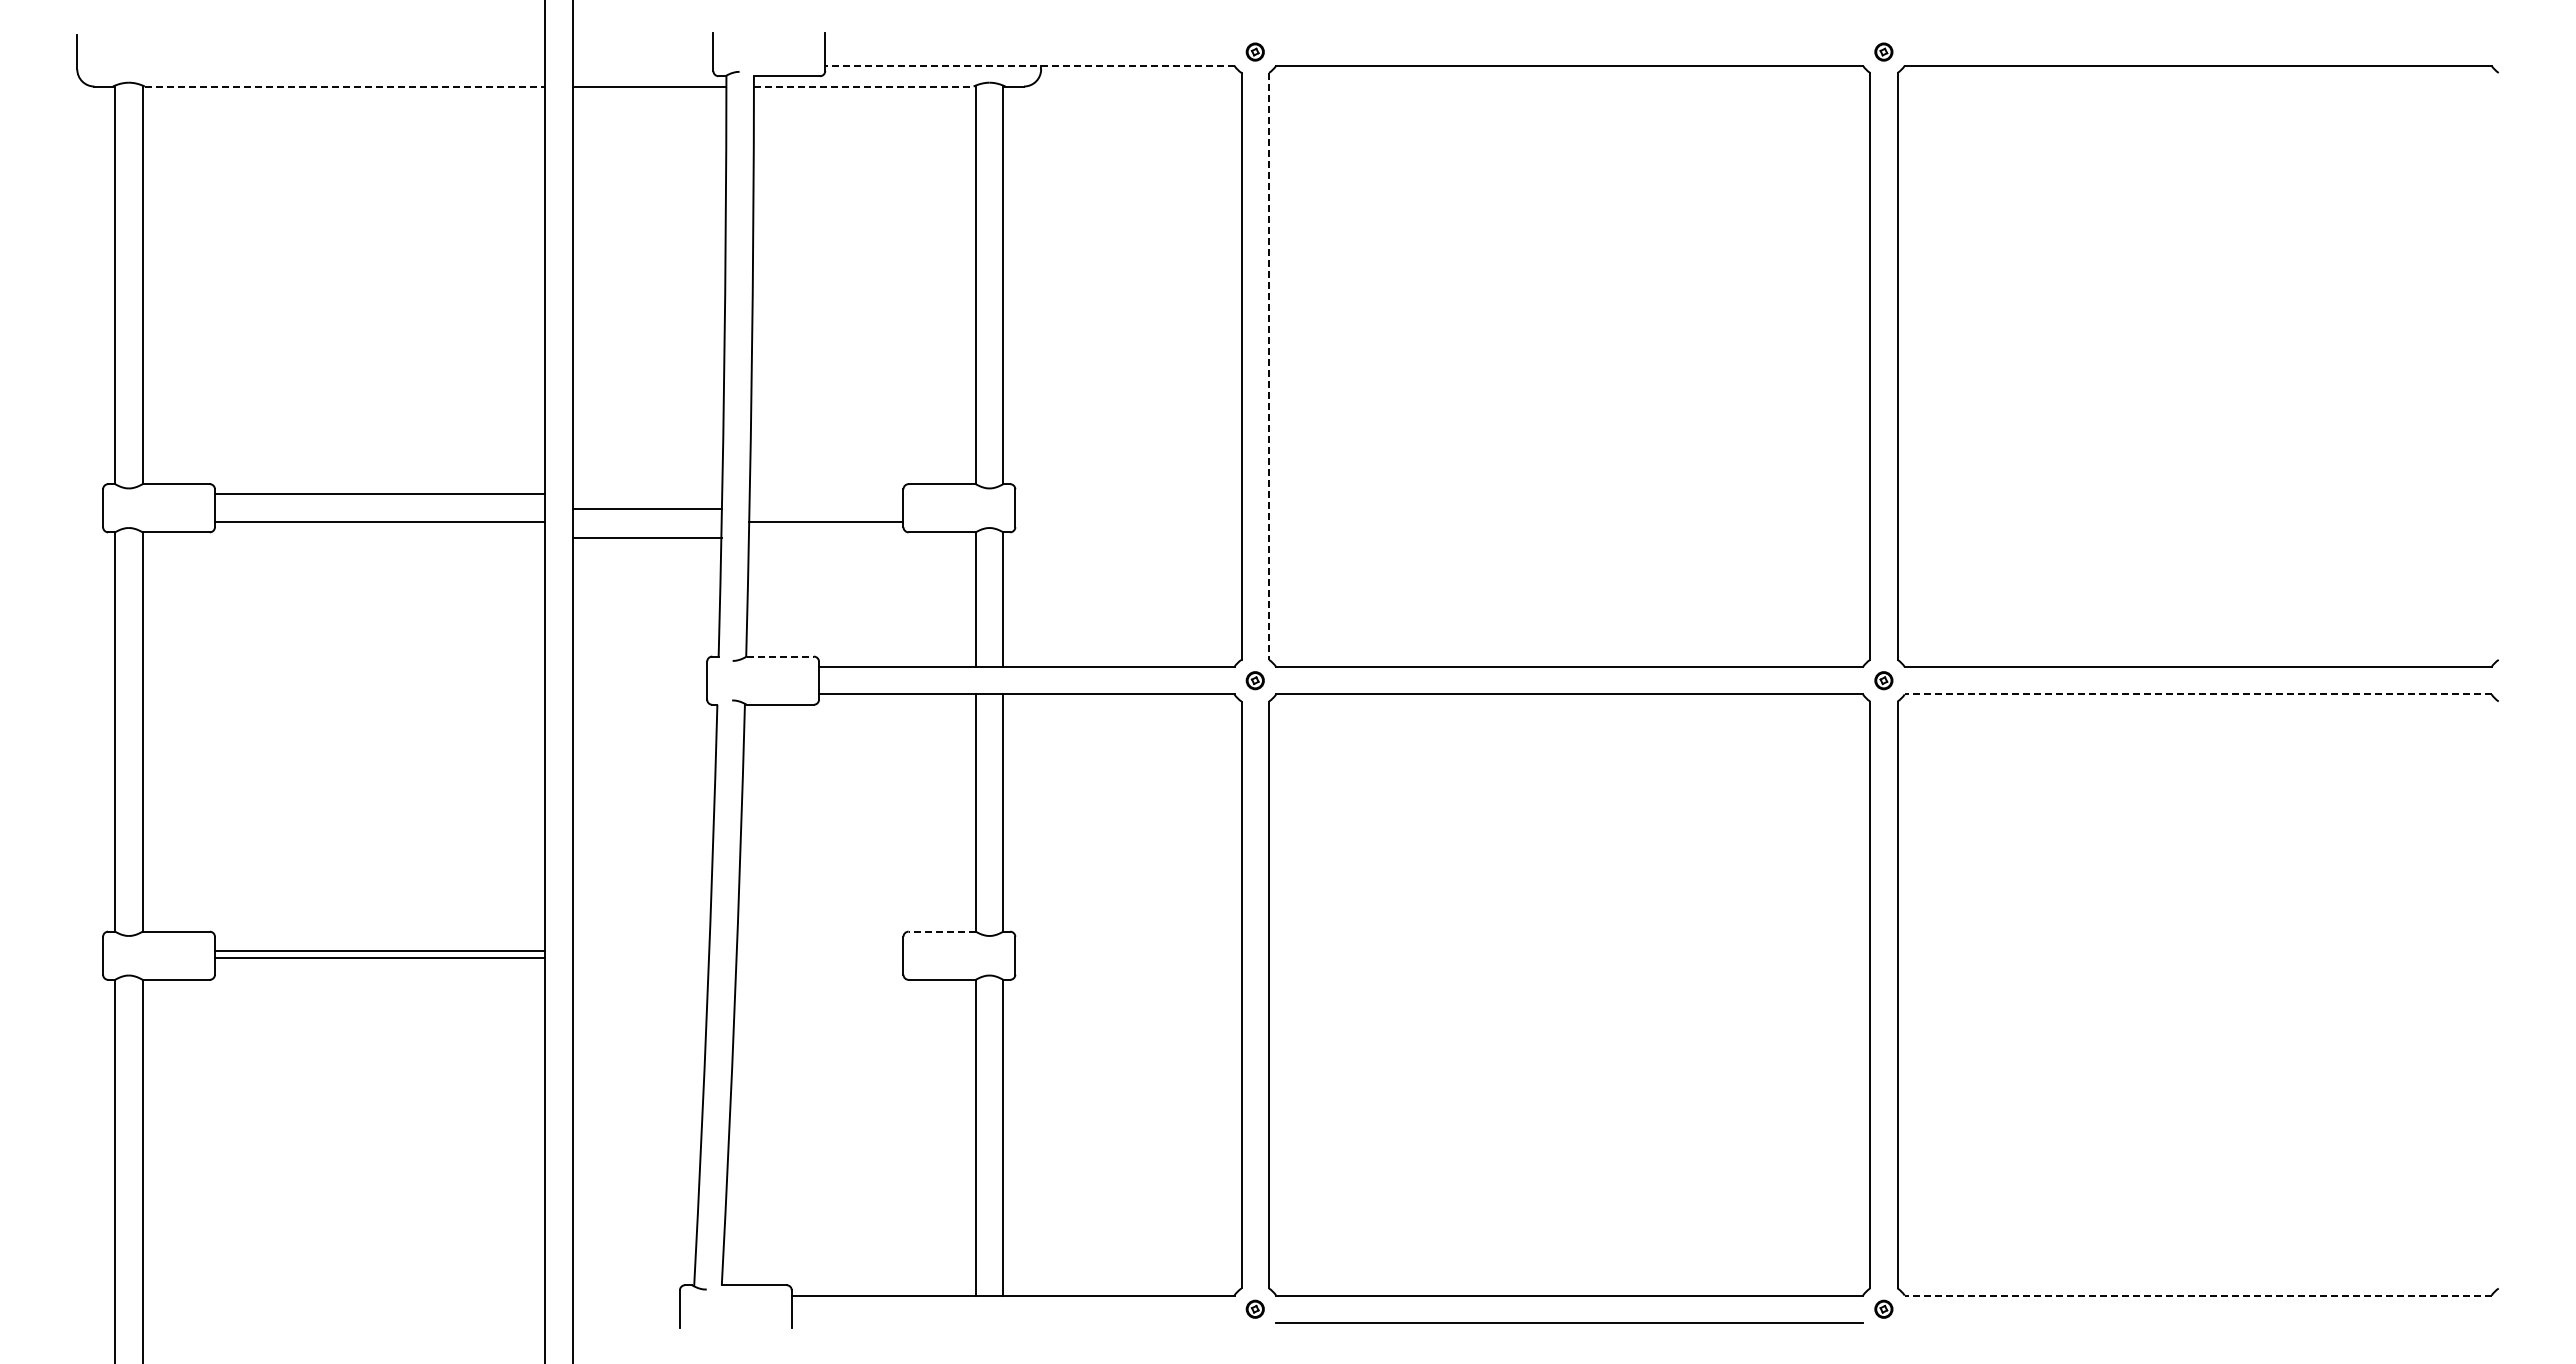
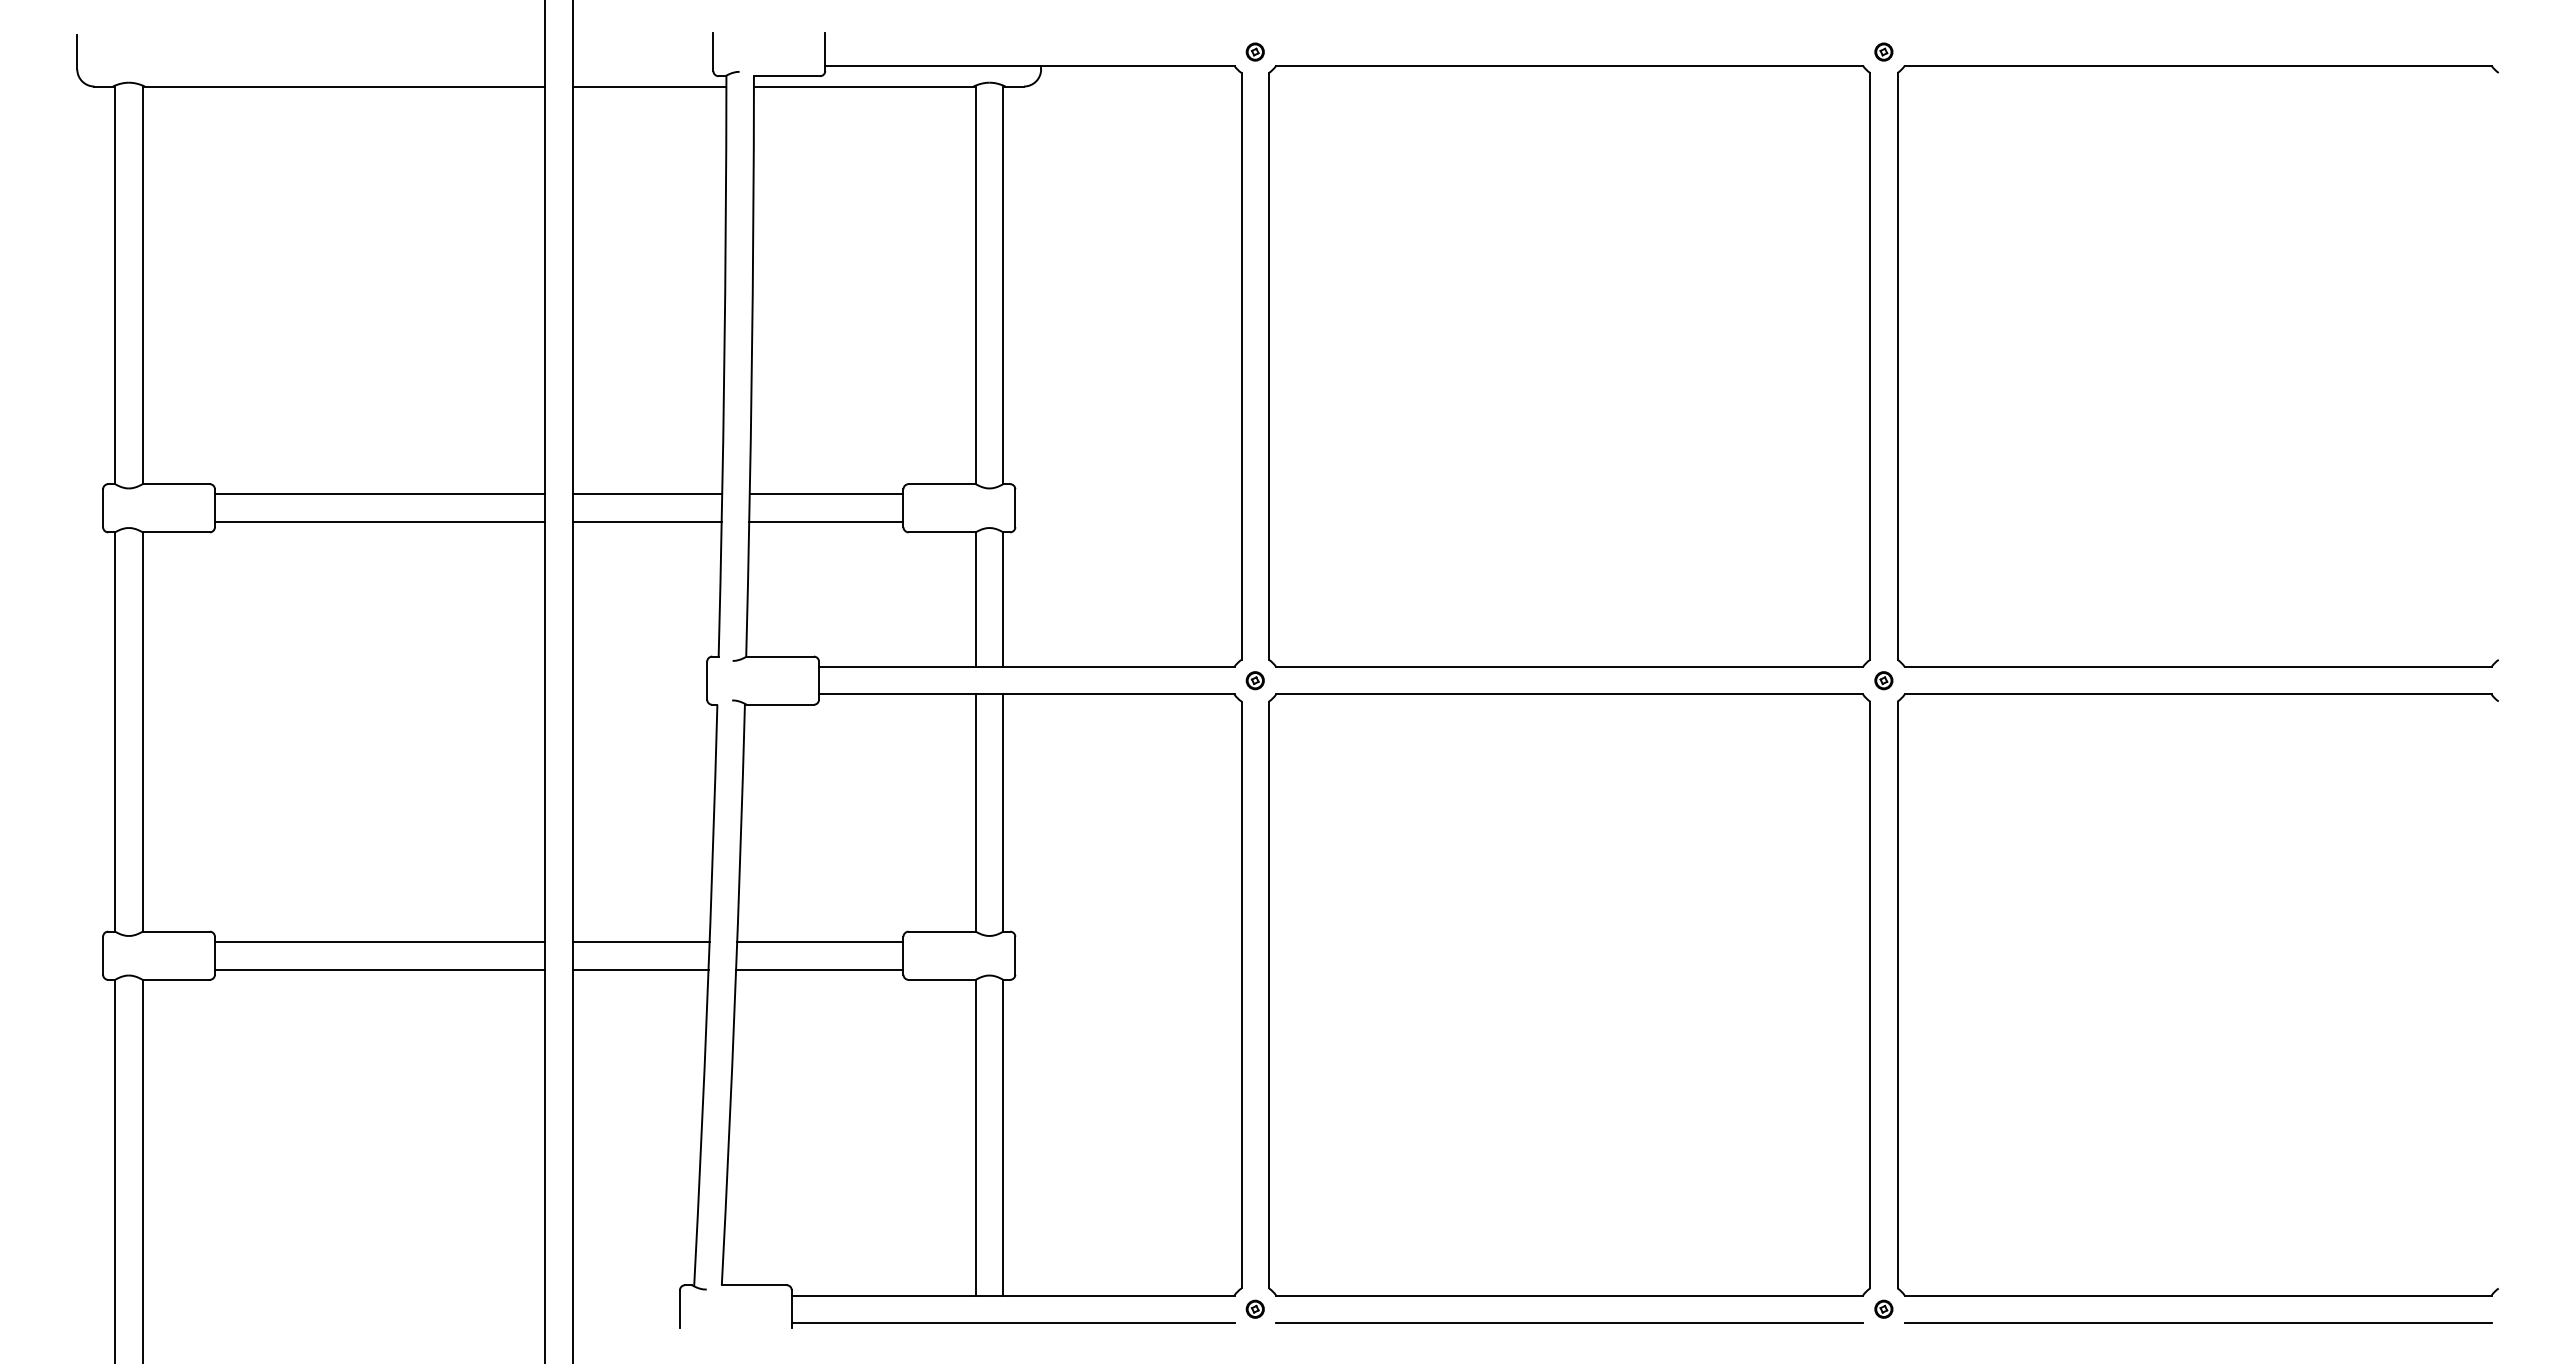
line at (1029, 65): dashed -> solid
line at (345, 86): dashed -> solid
line at (863, 86): dashed -> solid
line at (1269, 366): dashed -> solid
line at (826, 494): none -> present
line at (647, 509) position: (647, 509) -> (647, 494)
line at (646, 538) position: (646, 538) -> (646, 522)
line at (780, 656): dashed -> solid
line at (2197, 694): dashed -> solid
line at (942, 931): dashed -> solid
line at (640, 942): none -> present
line at (820, 942): none -> present
line at (379, 950) position: (379, 950) -> (379, 969)
line at (379, 958) position: (379, 958) -> (379, 942)
line at (640, 969): none -> present
line at (819, 969): none -> present
line at (2197, 1295): dashed -> solid
line at (1012, 1323): none -> present
line at (2197, 1323): none -> present
